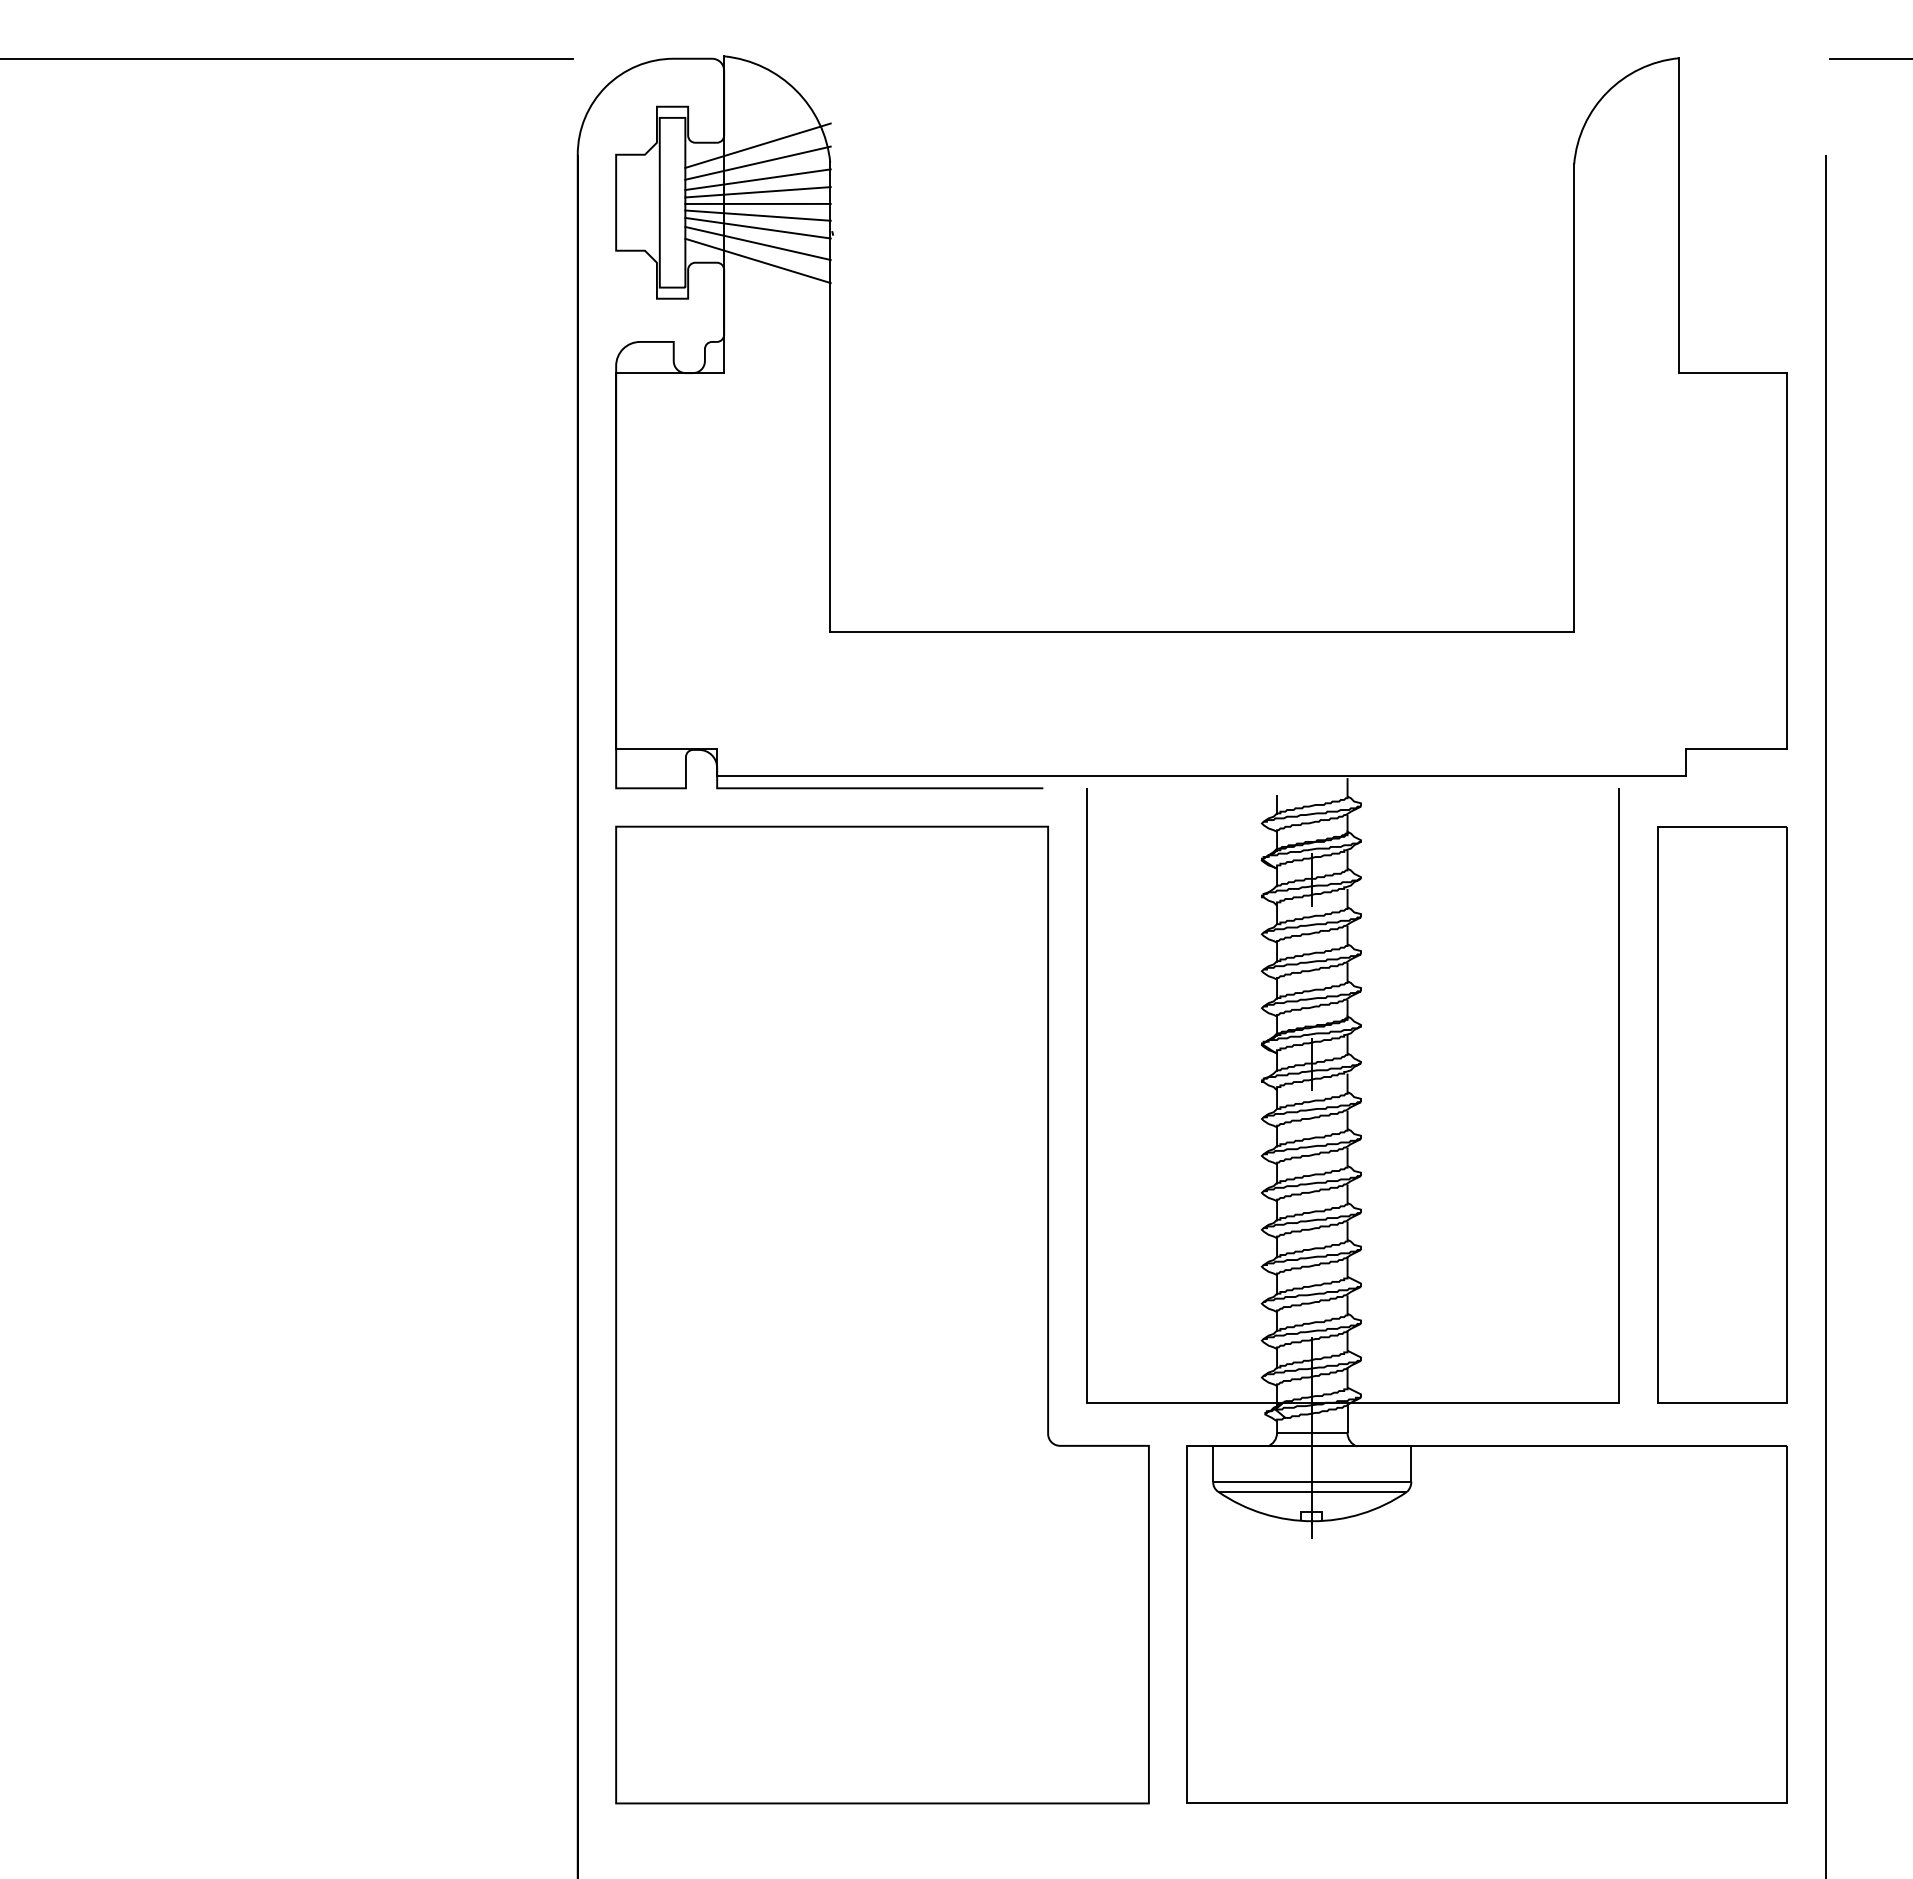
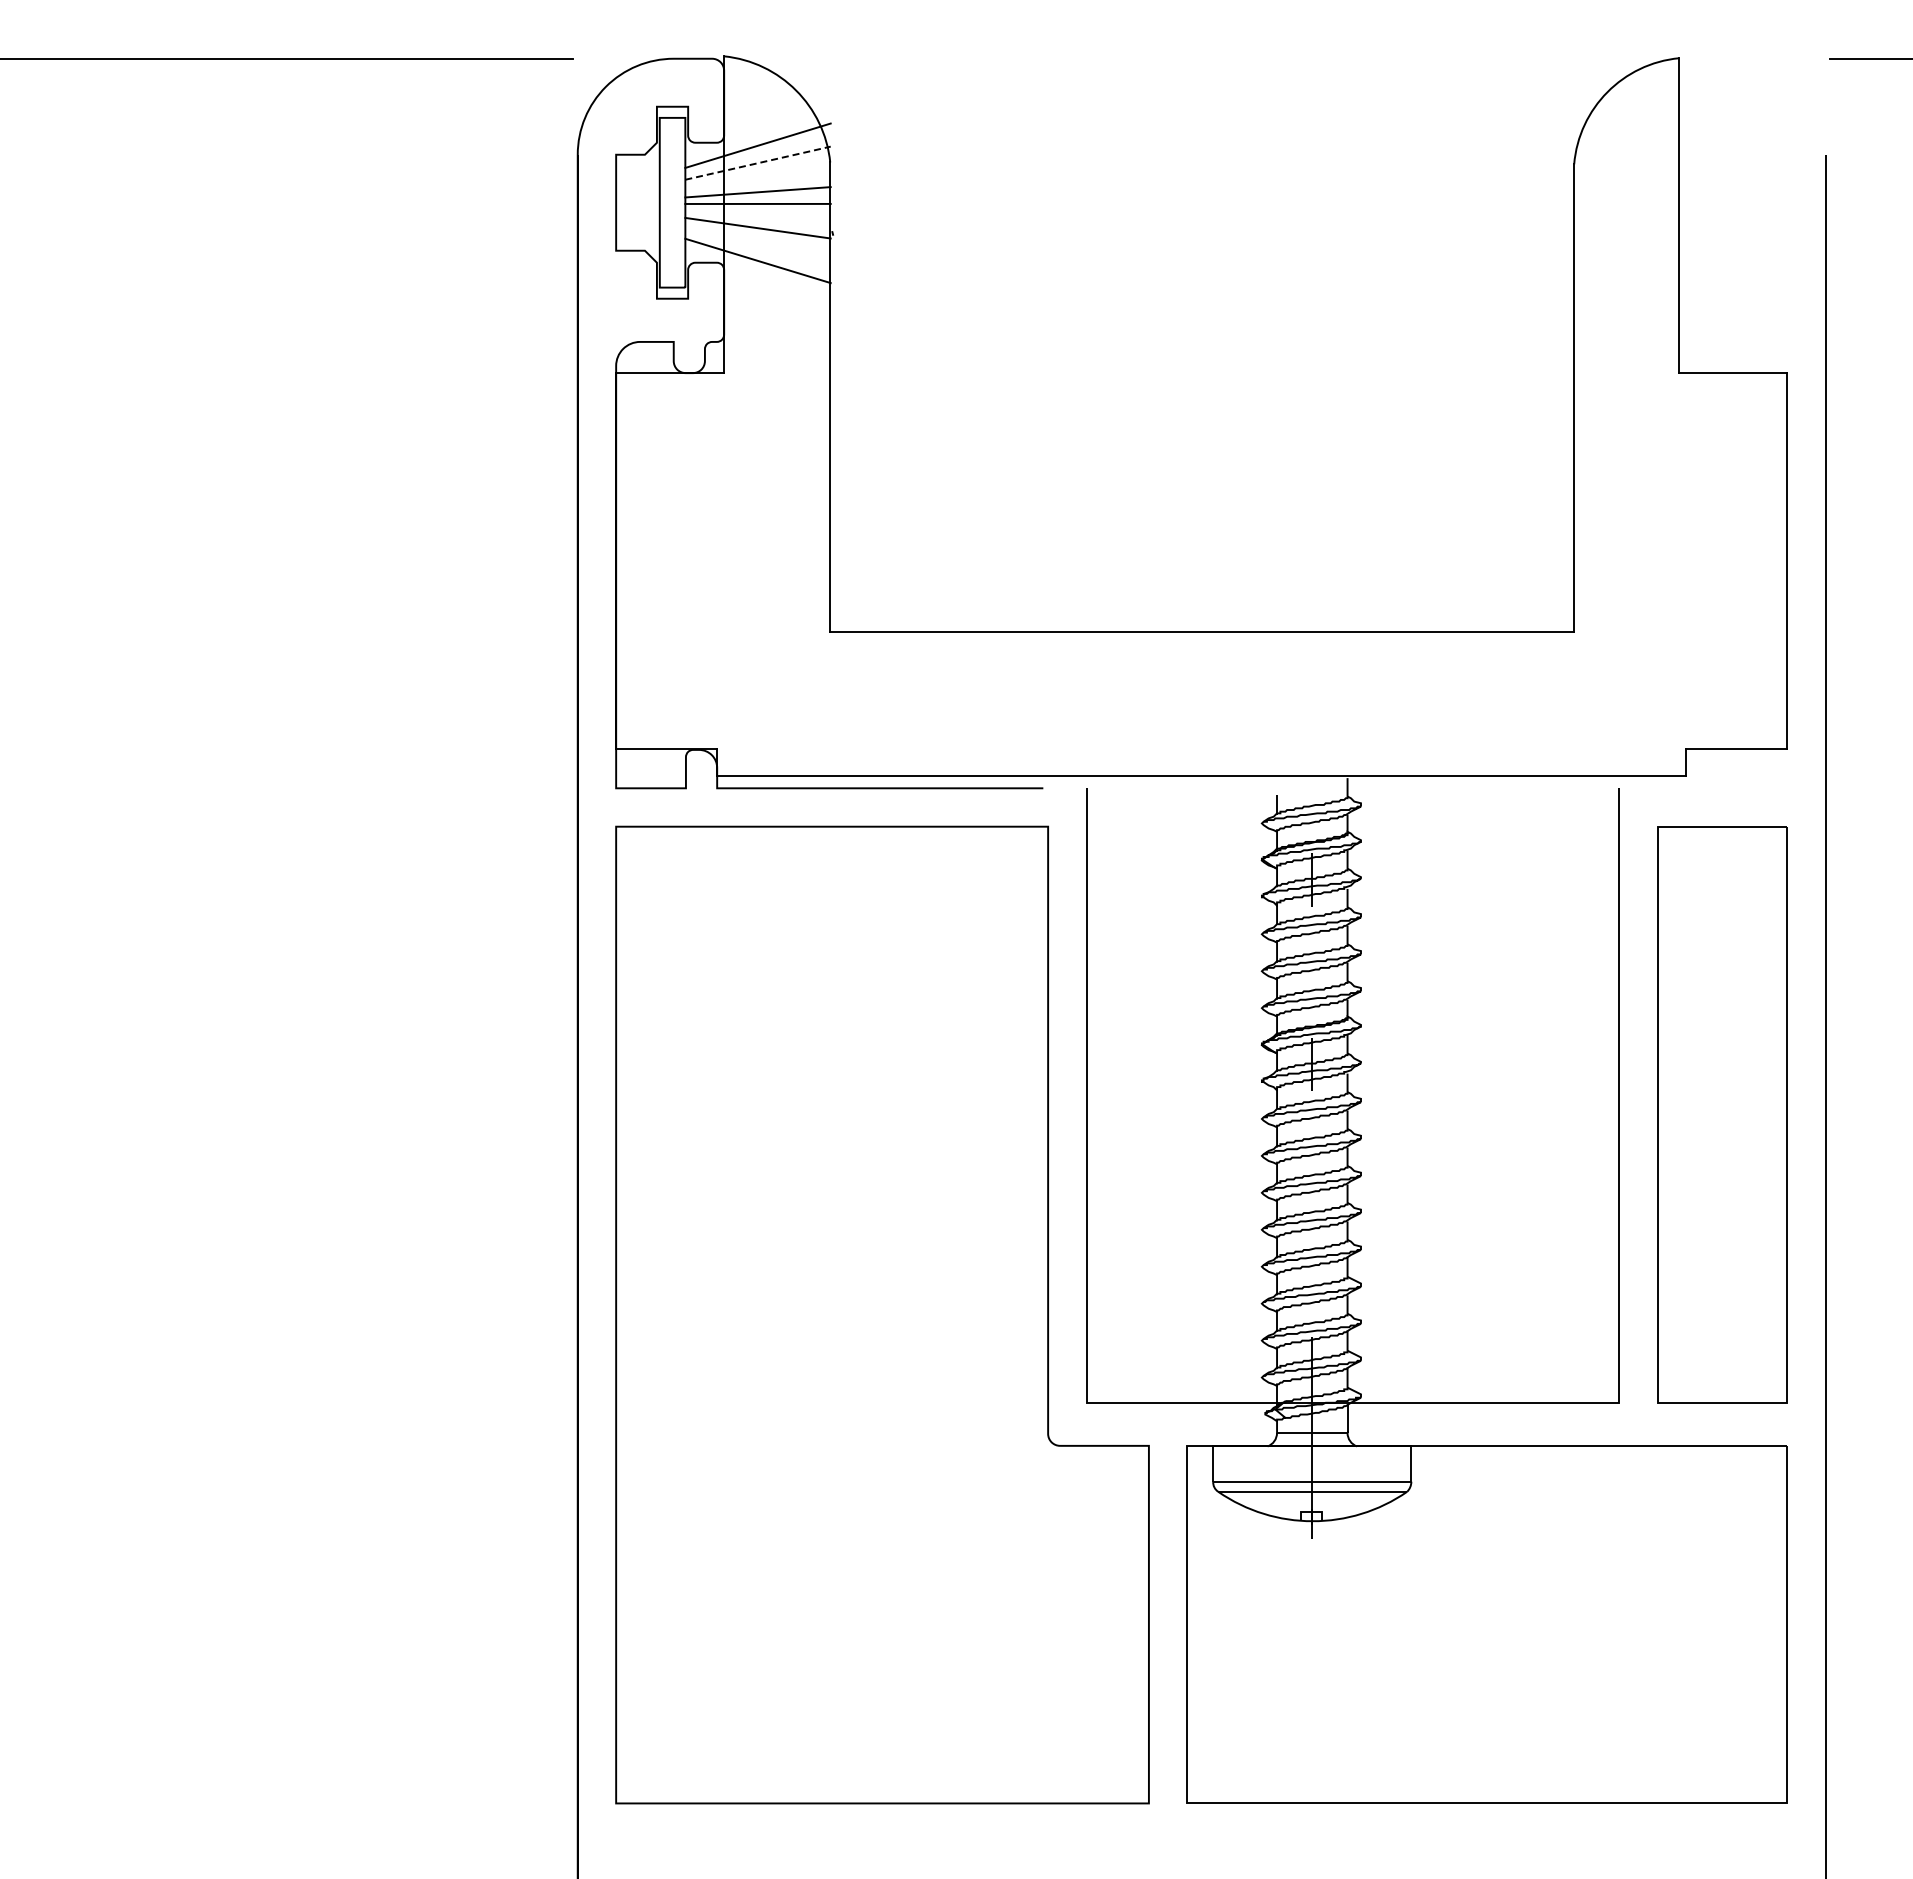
line at (758, 163): solid -> dashed
line at (757, 179): present -> none
line at (757, 215): present -> none
line at (757, 243): present -> none
